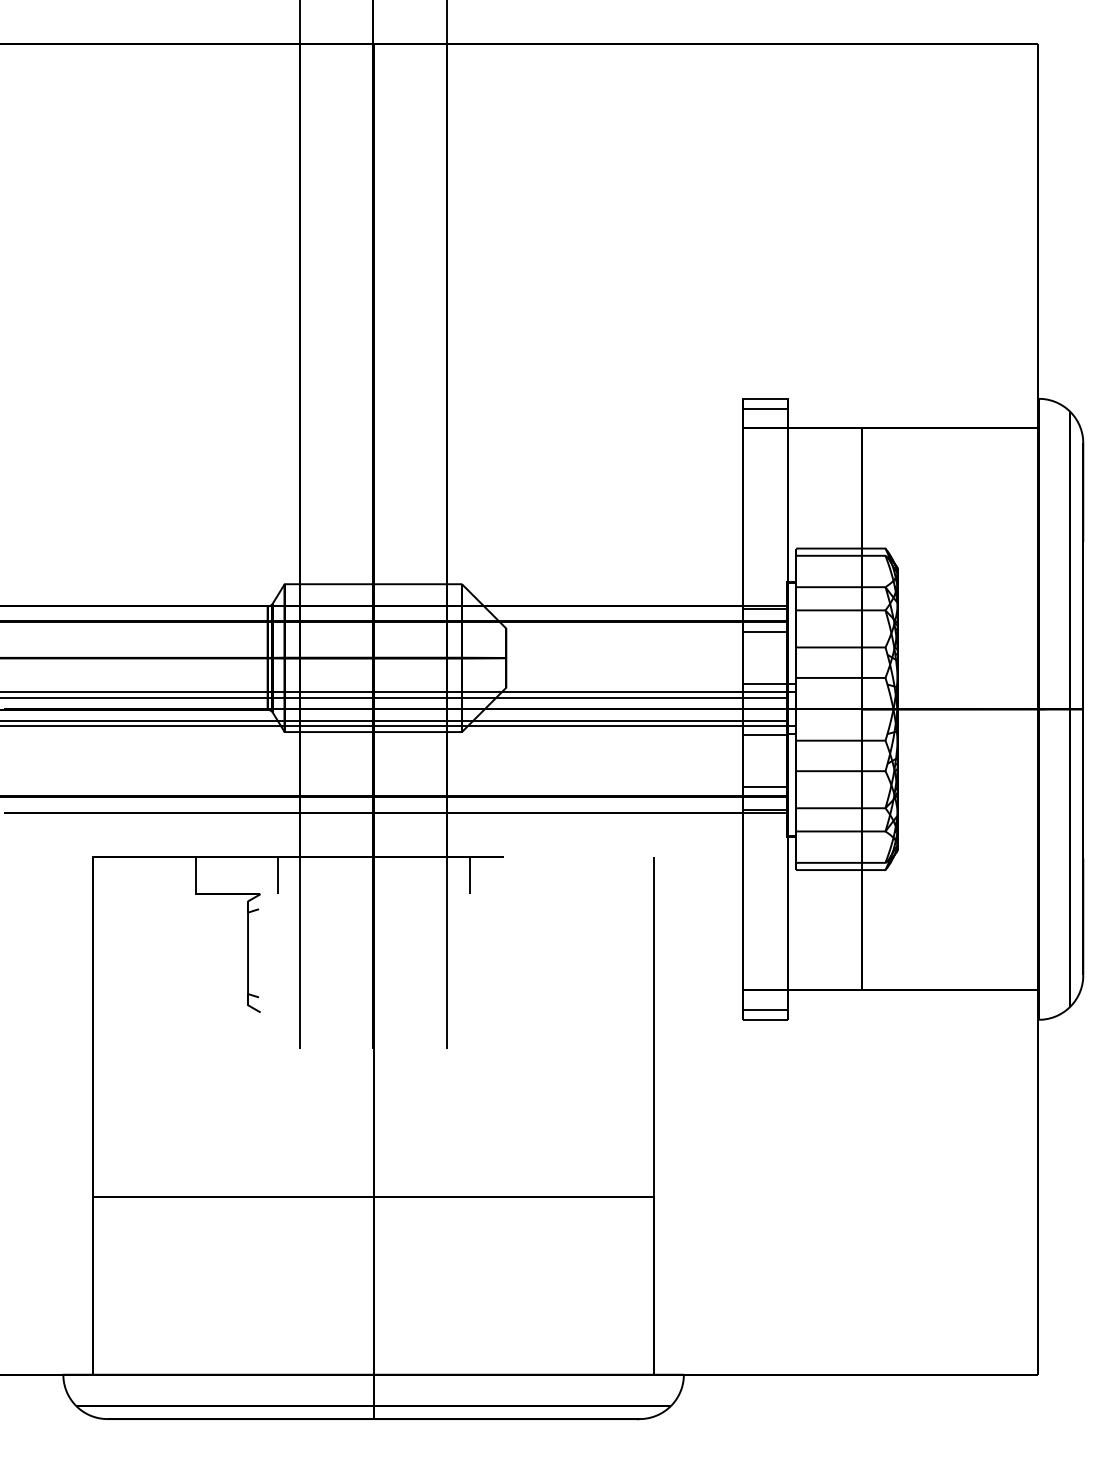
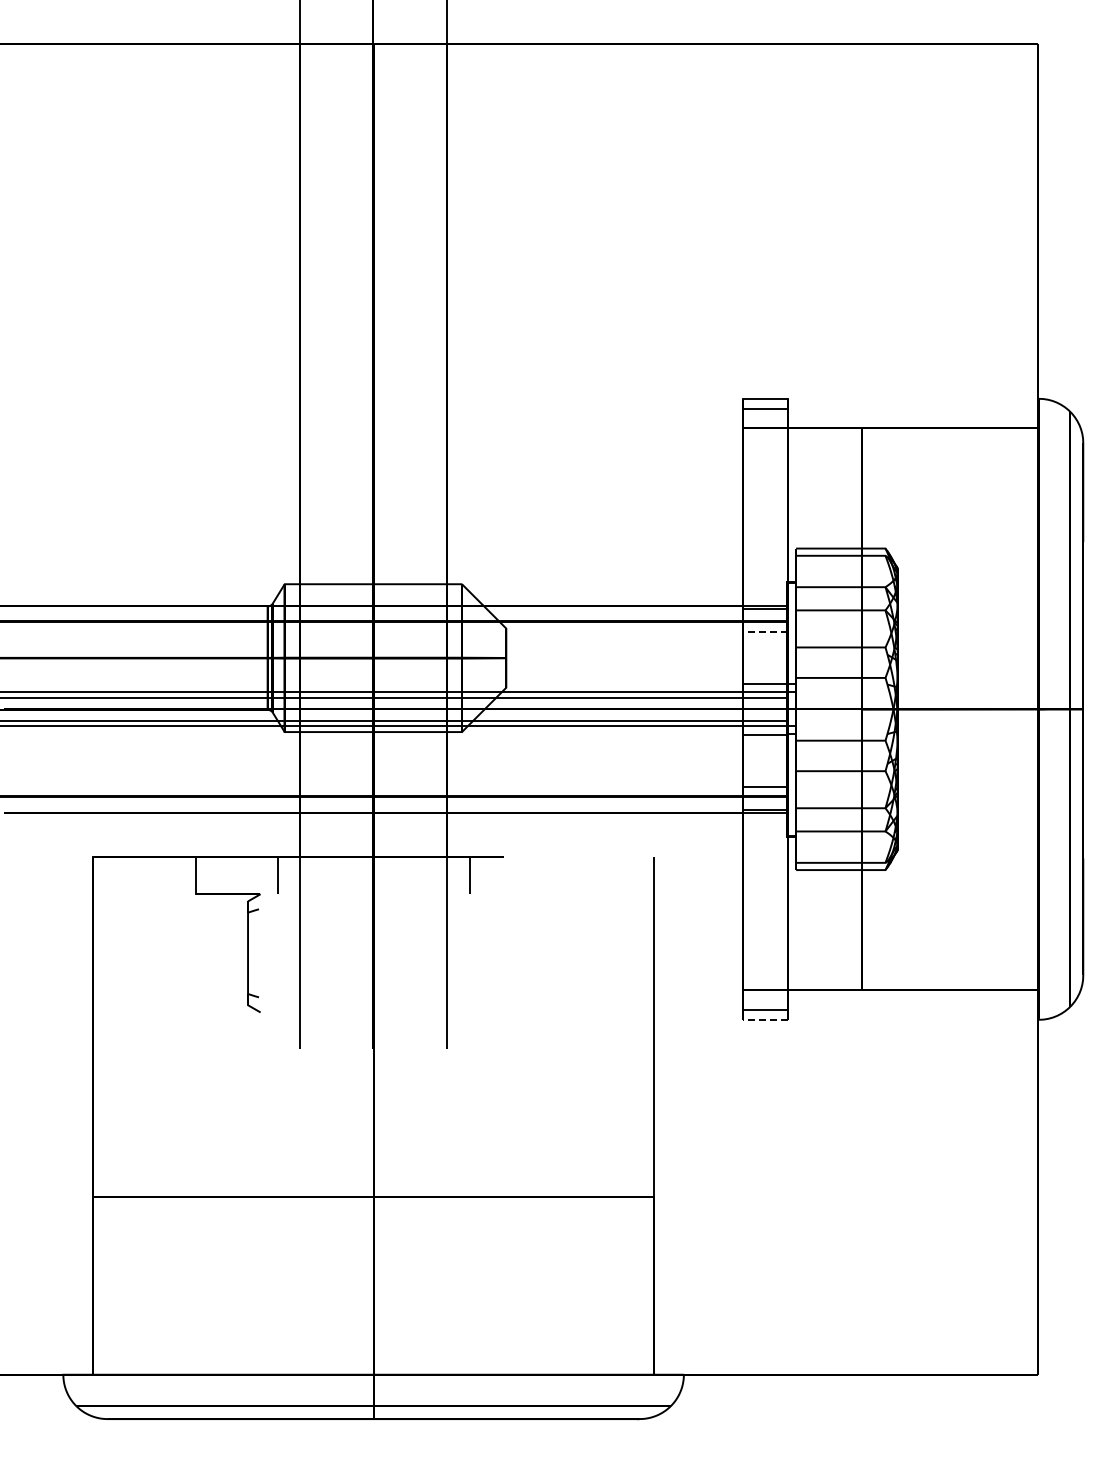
line at (764, 632): solid -> dashed
line at (764, 1019): solid -> dashed
